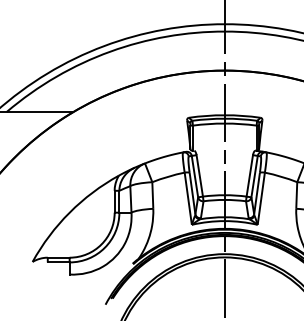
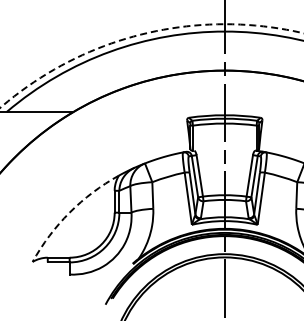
arc at (143, 33): solid -> dashed
arc at (69, 212): solid -> dashed
